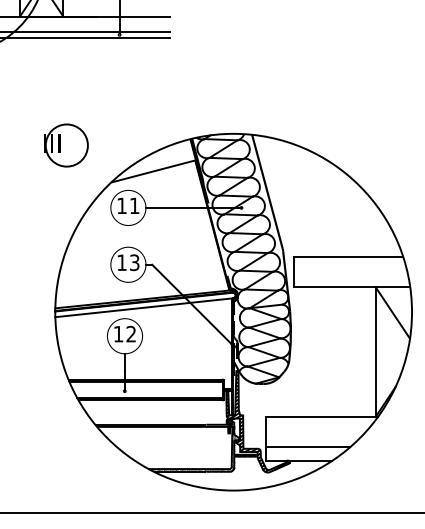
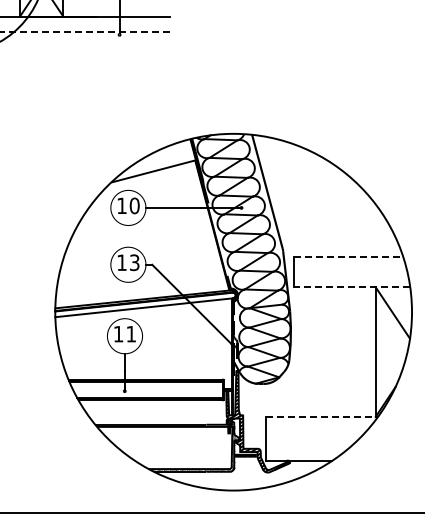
line at (84, 31): solid -> dashed
line at (85, 38): present -> none
part at (66, 145): present -> none
text at (134, 205): 11 -> 10
line at (349, 256): solid -> dashed
line at (352, 287): solid -> dashed
text at (130, 333): 12 -> 11
line at (322, 416): solid -> dashed
line at (307, 447): present -> none
